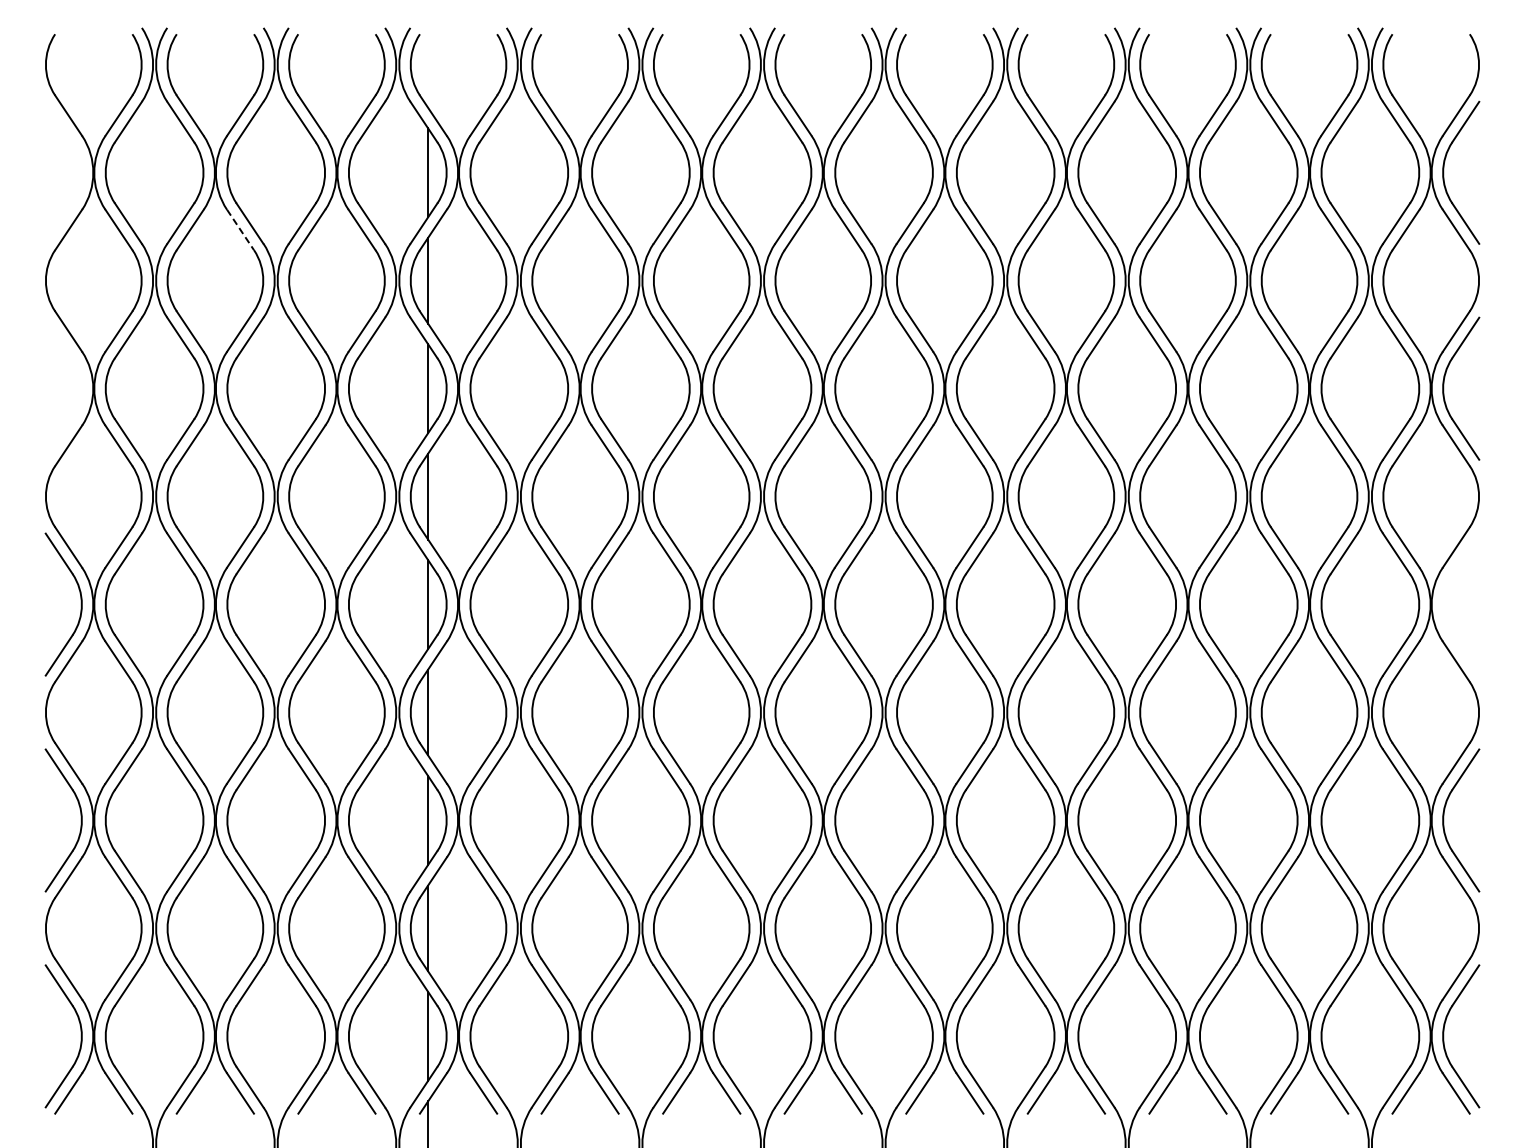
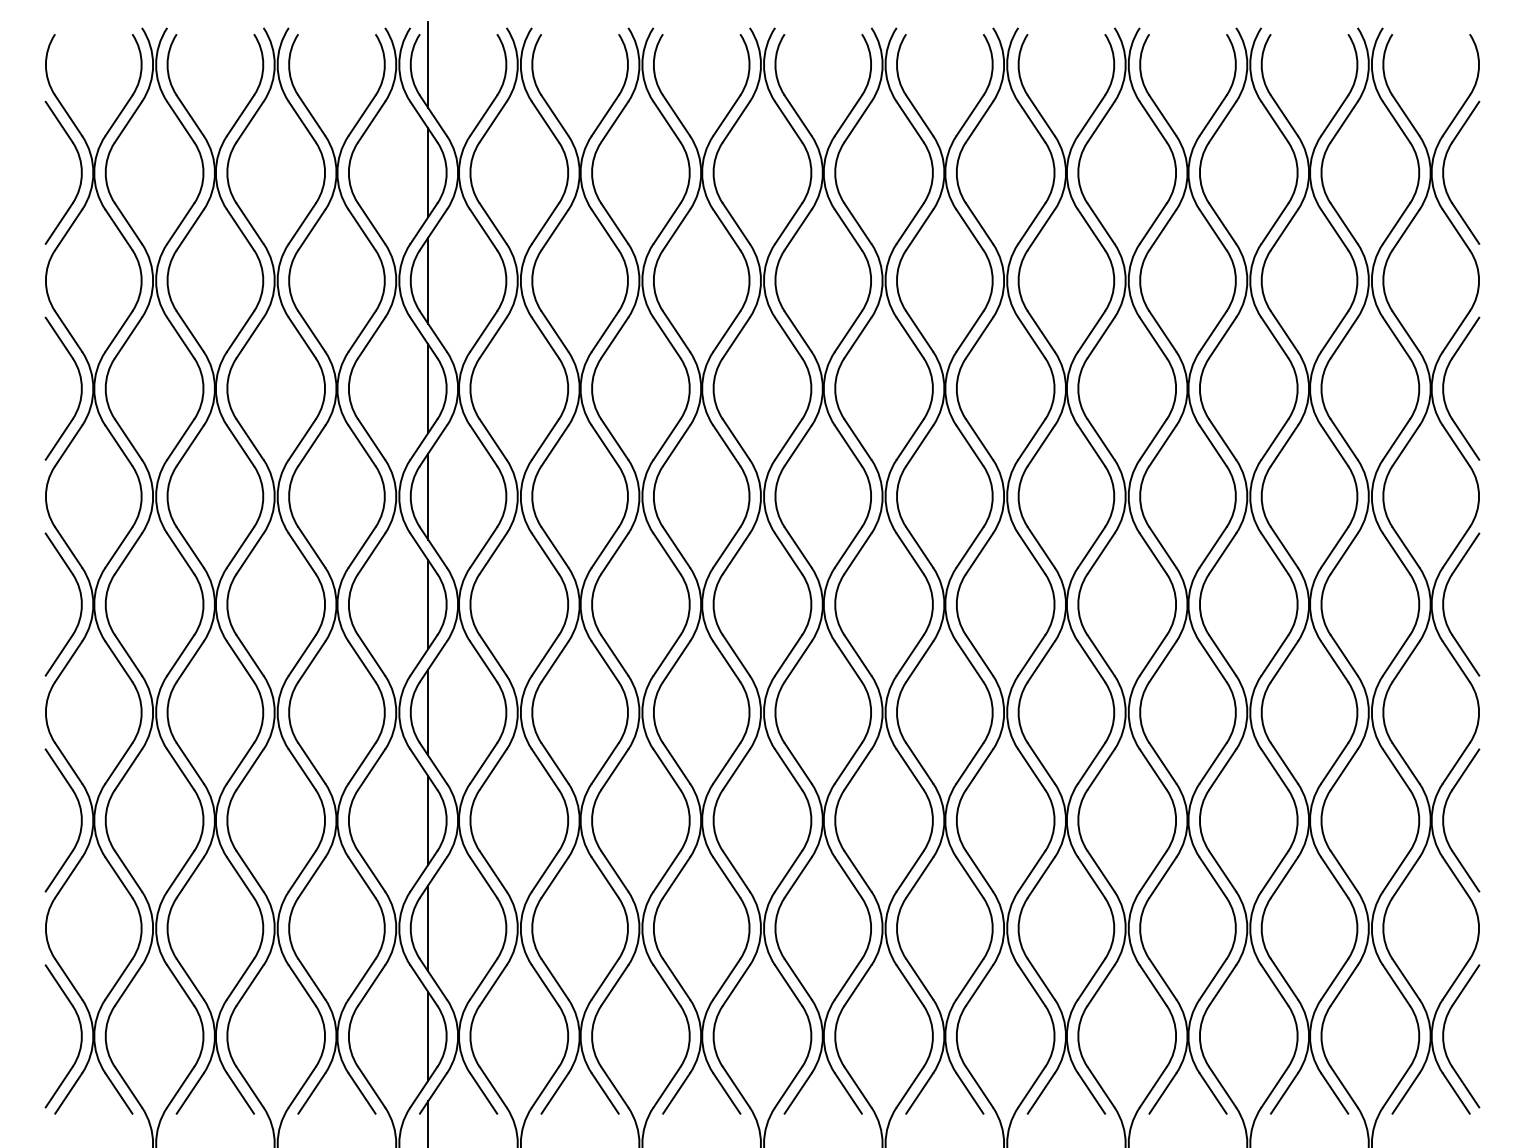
line at (428, 64): none -> present
part at (80, 172): none -> present
line at (240, 230): dashed -> solid
part at (80, 388): none -> present
part at (1444, 604): none -> present
